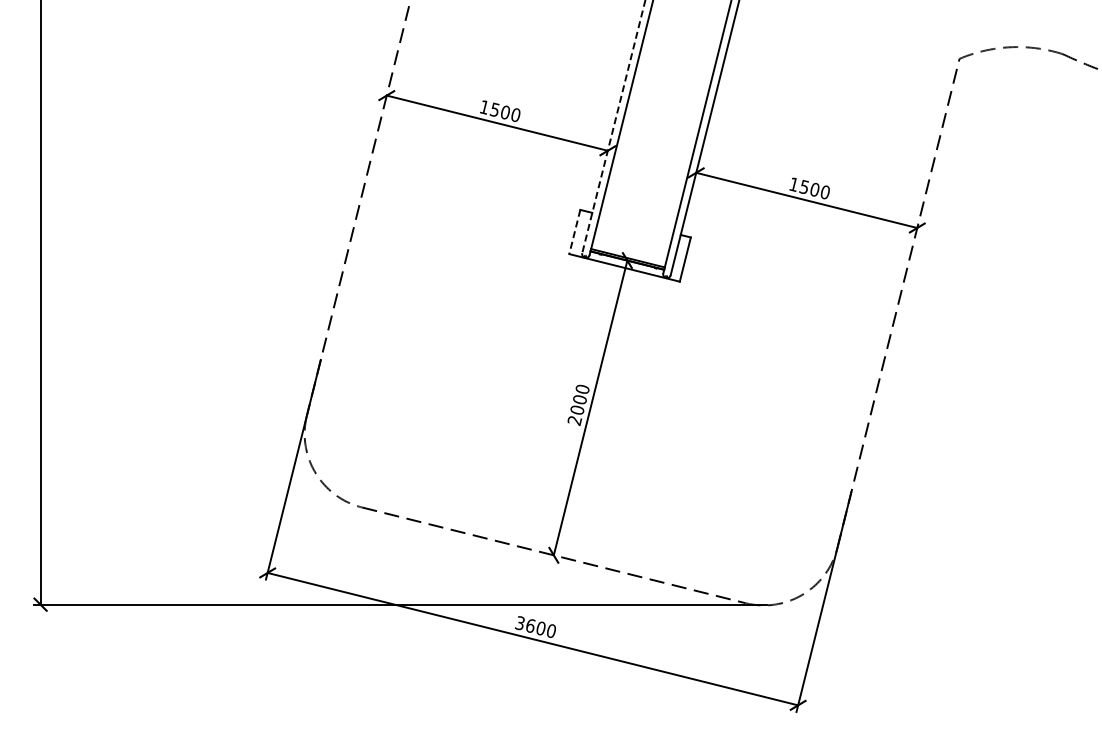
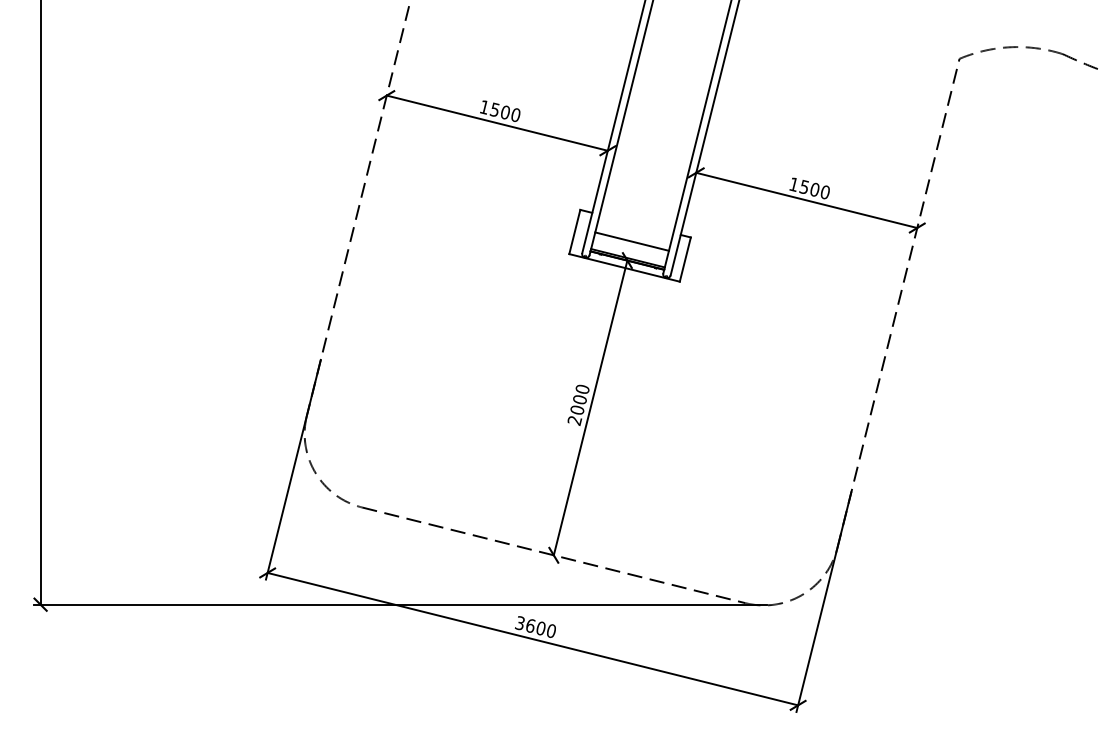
line at (613, 127): dashed -> solid
line at (574, 232): dashed -> solid
line at (631, 241): none -> present
